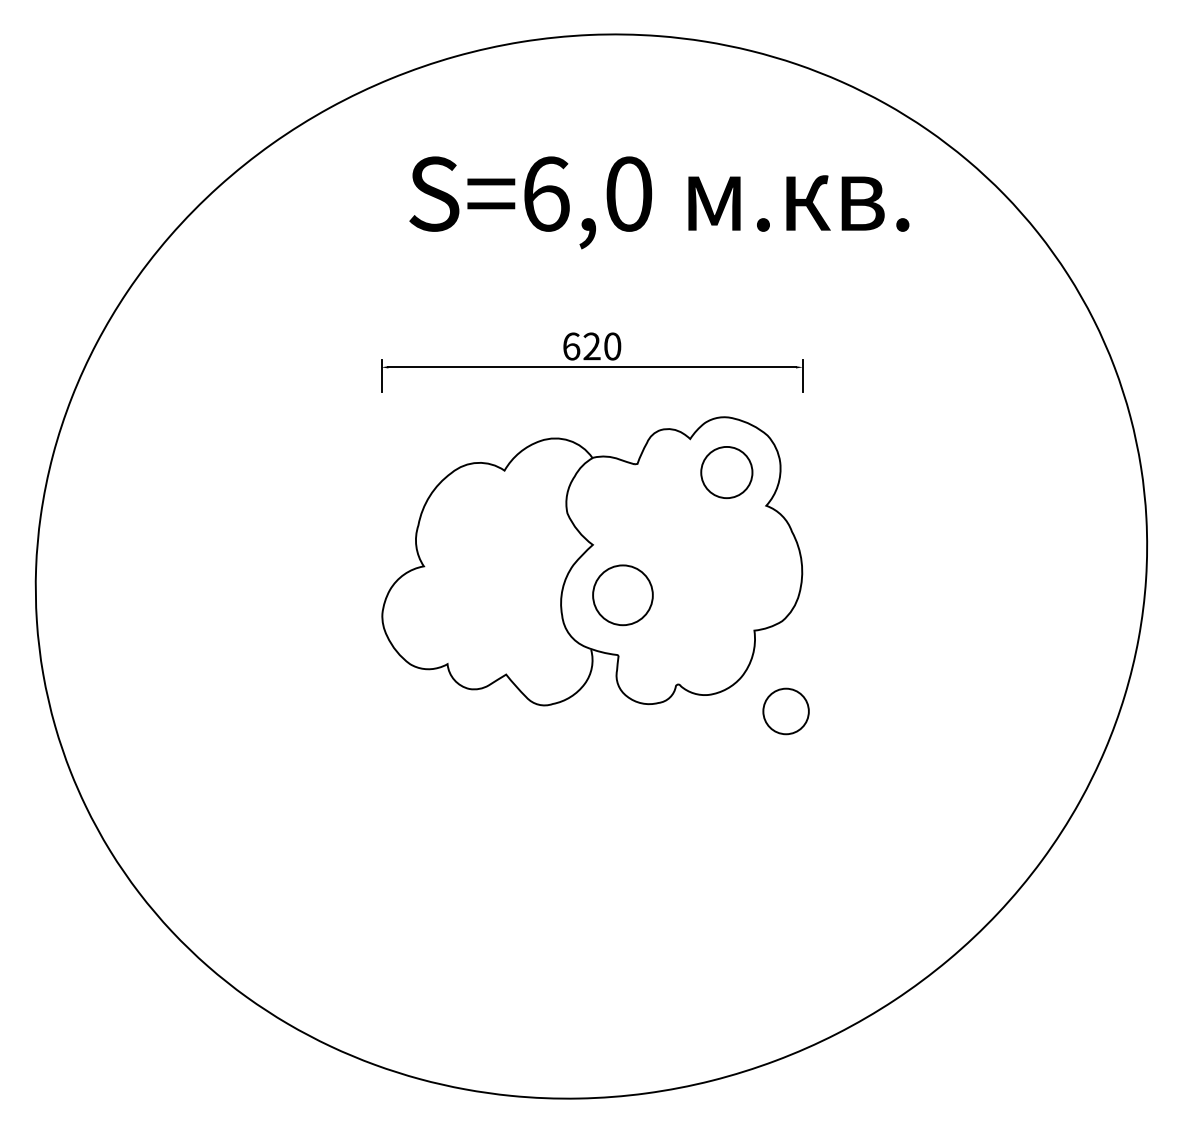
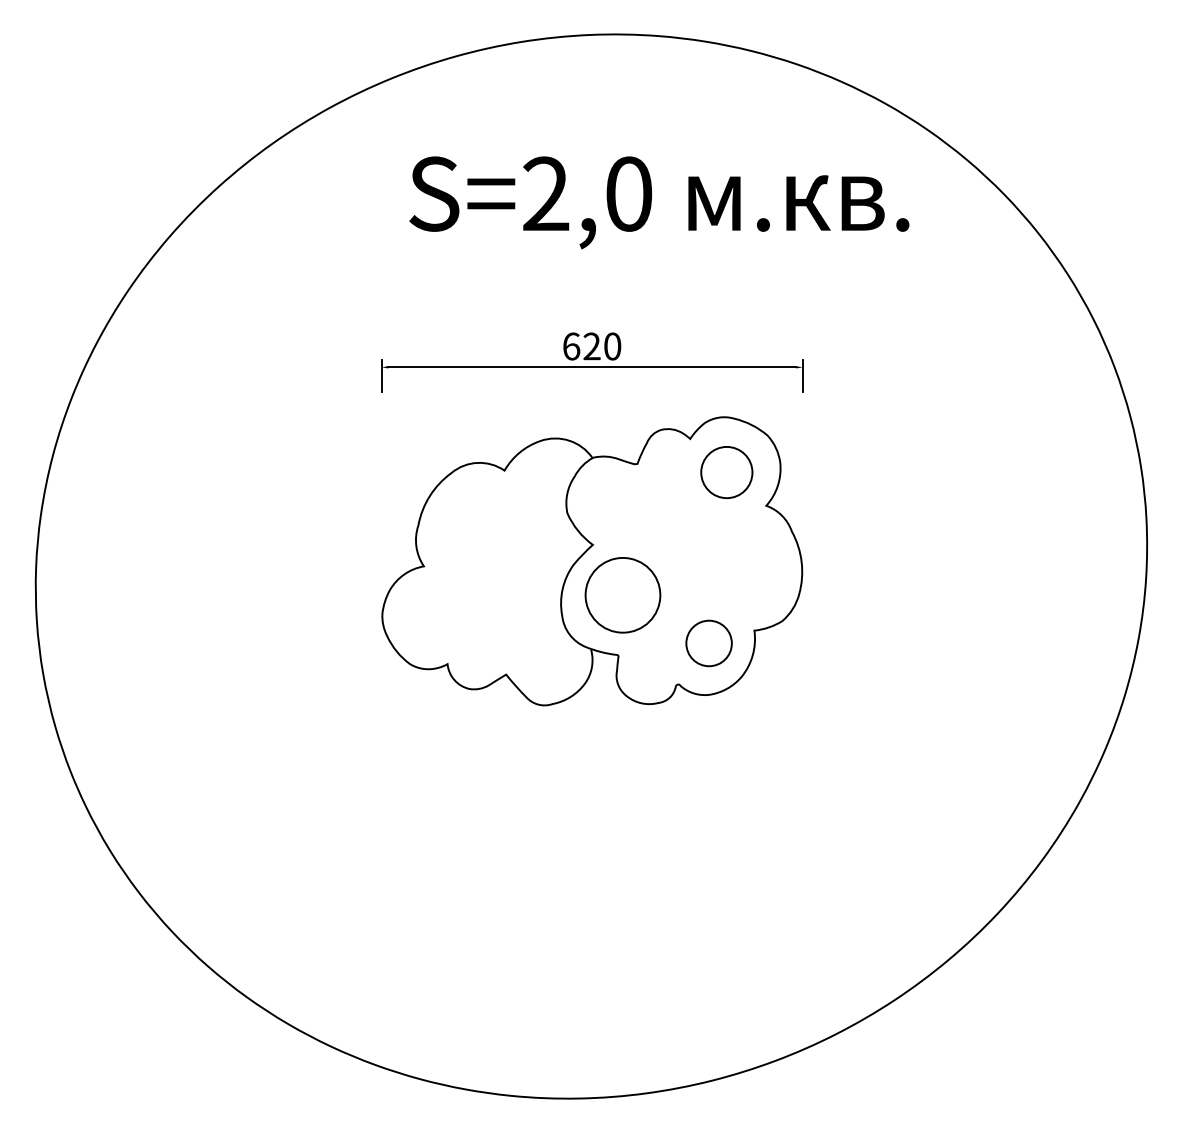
text at (546, 193): S=6,0 -> S=2,0
circle at (622, 595) diameter: 60 px -> 75 px
circle at (785, 711) position: (785, 711) -> (708, 643)
